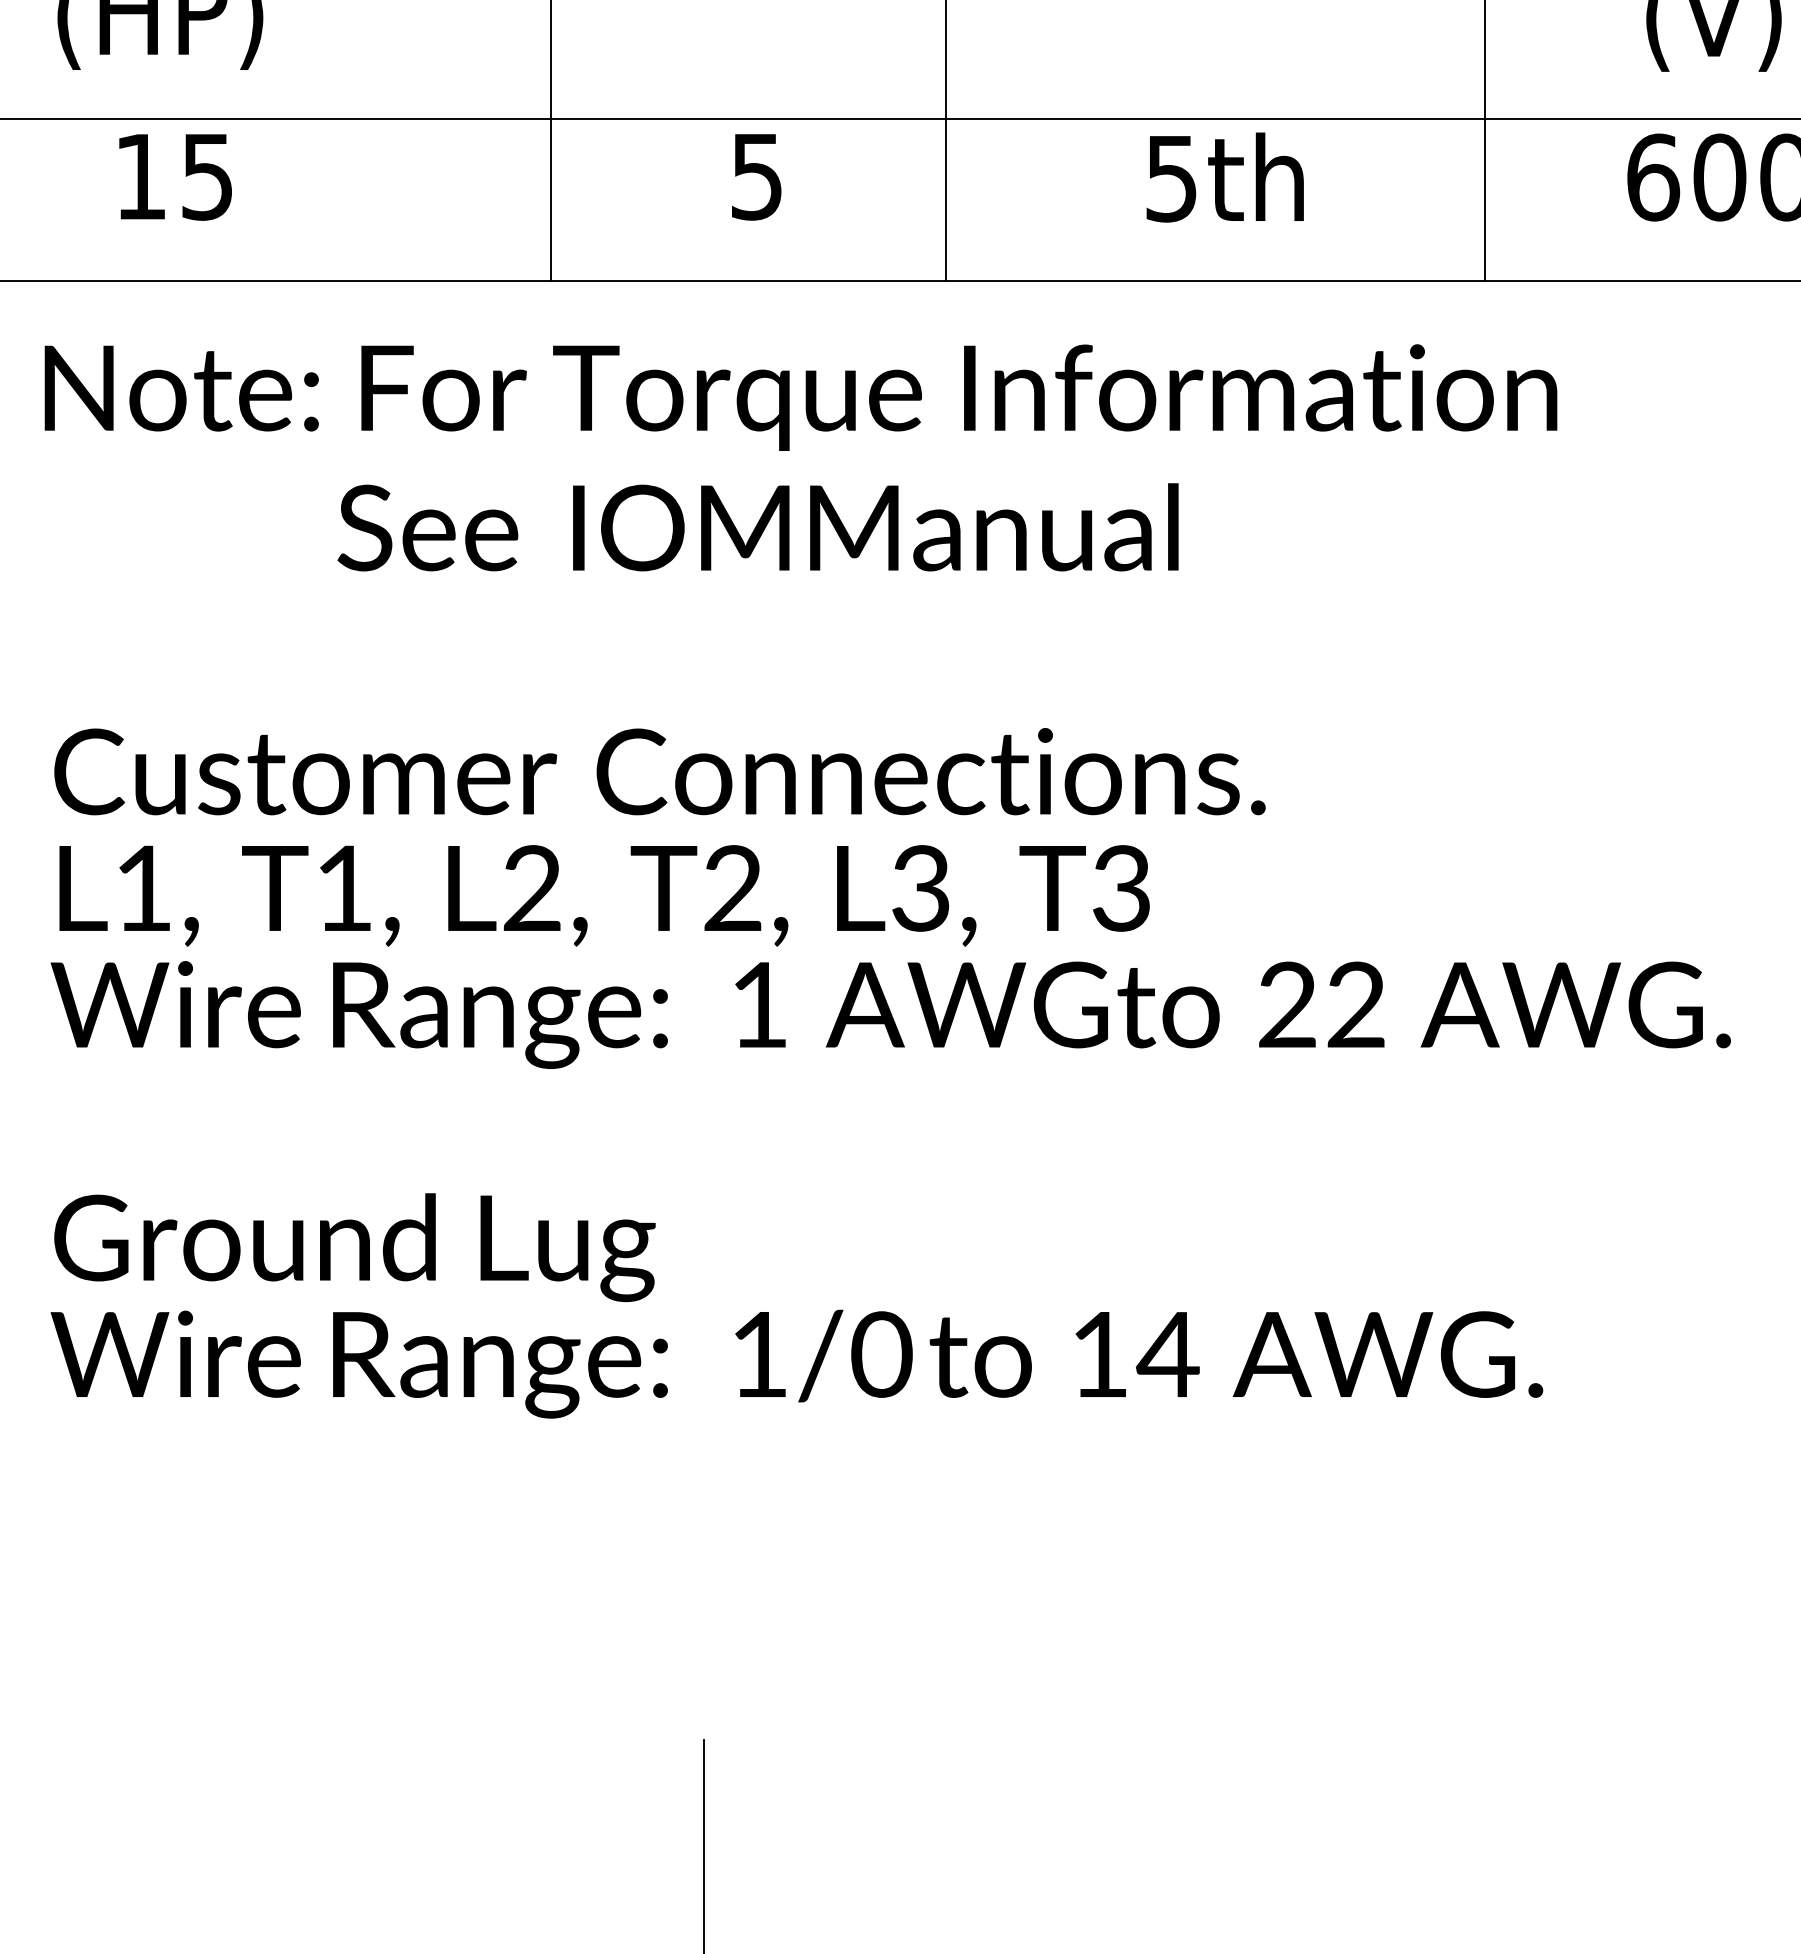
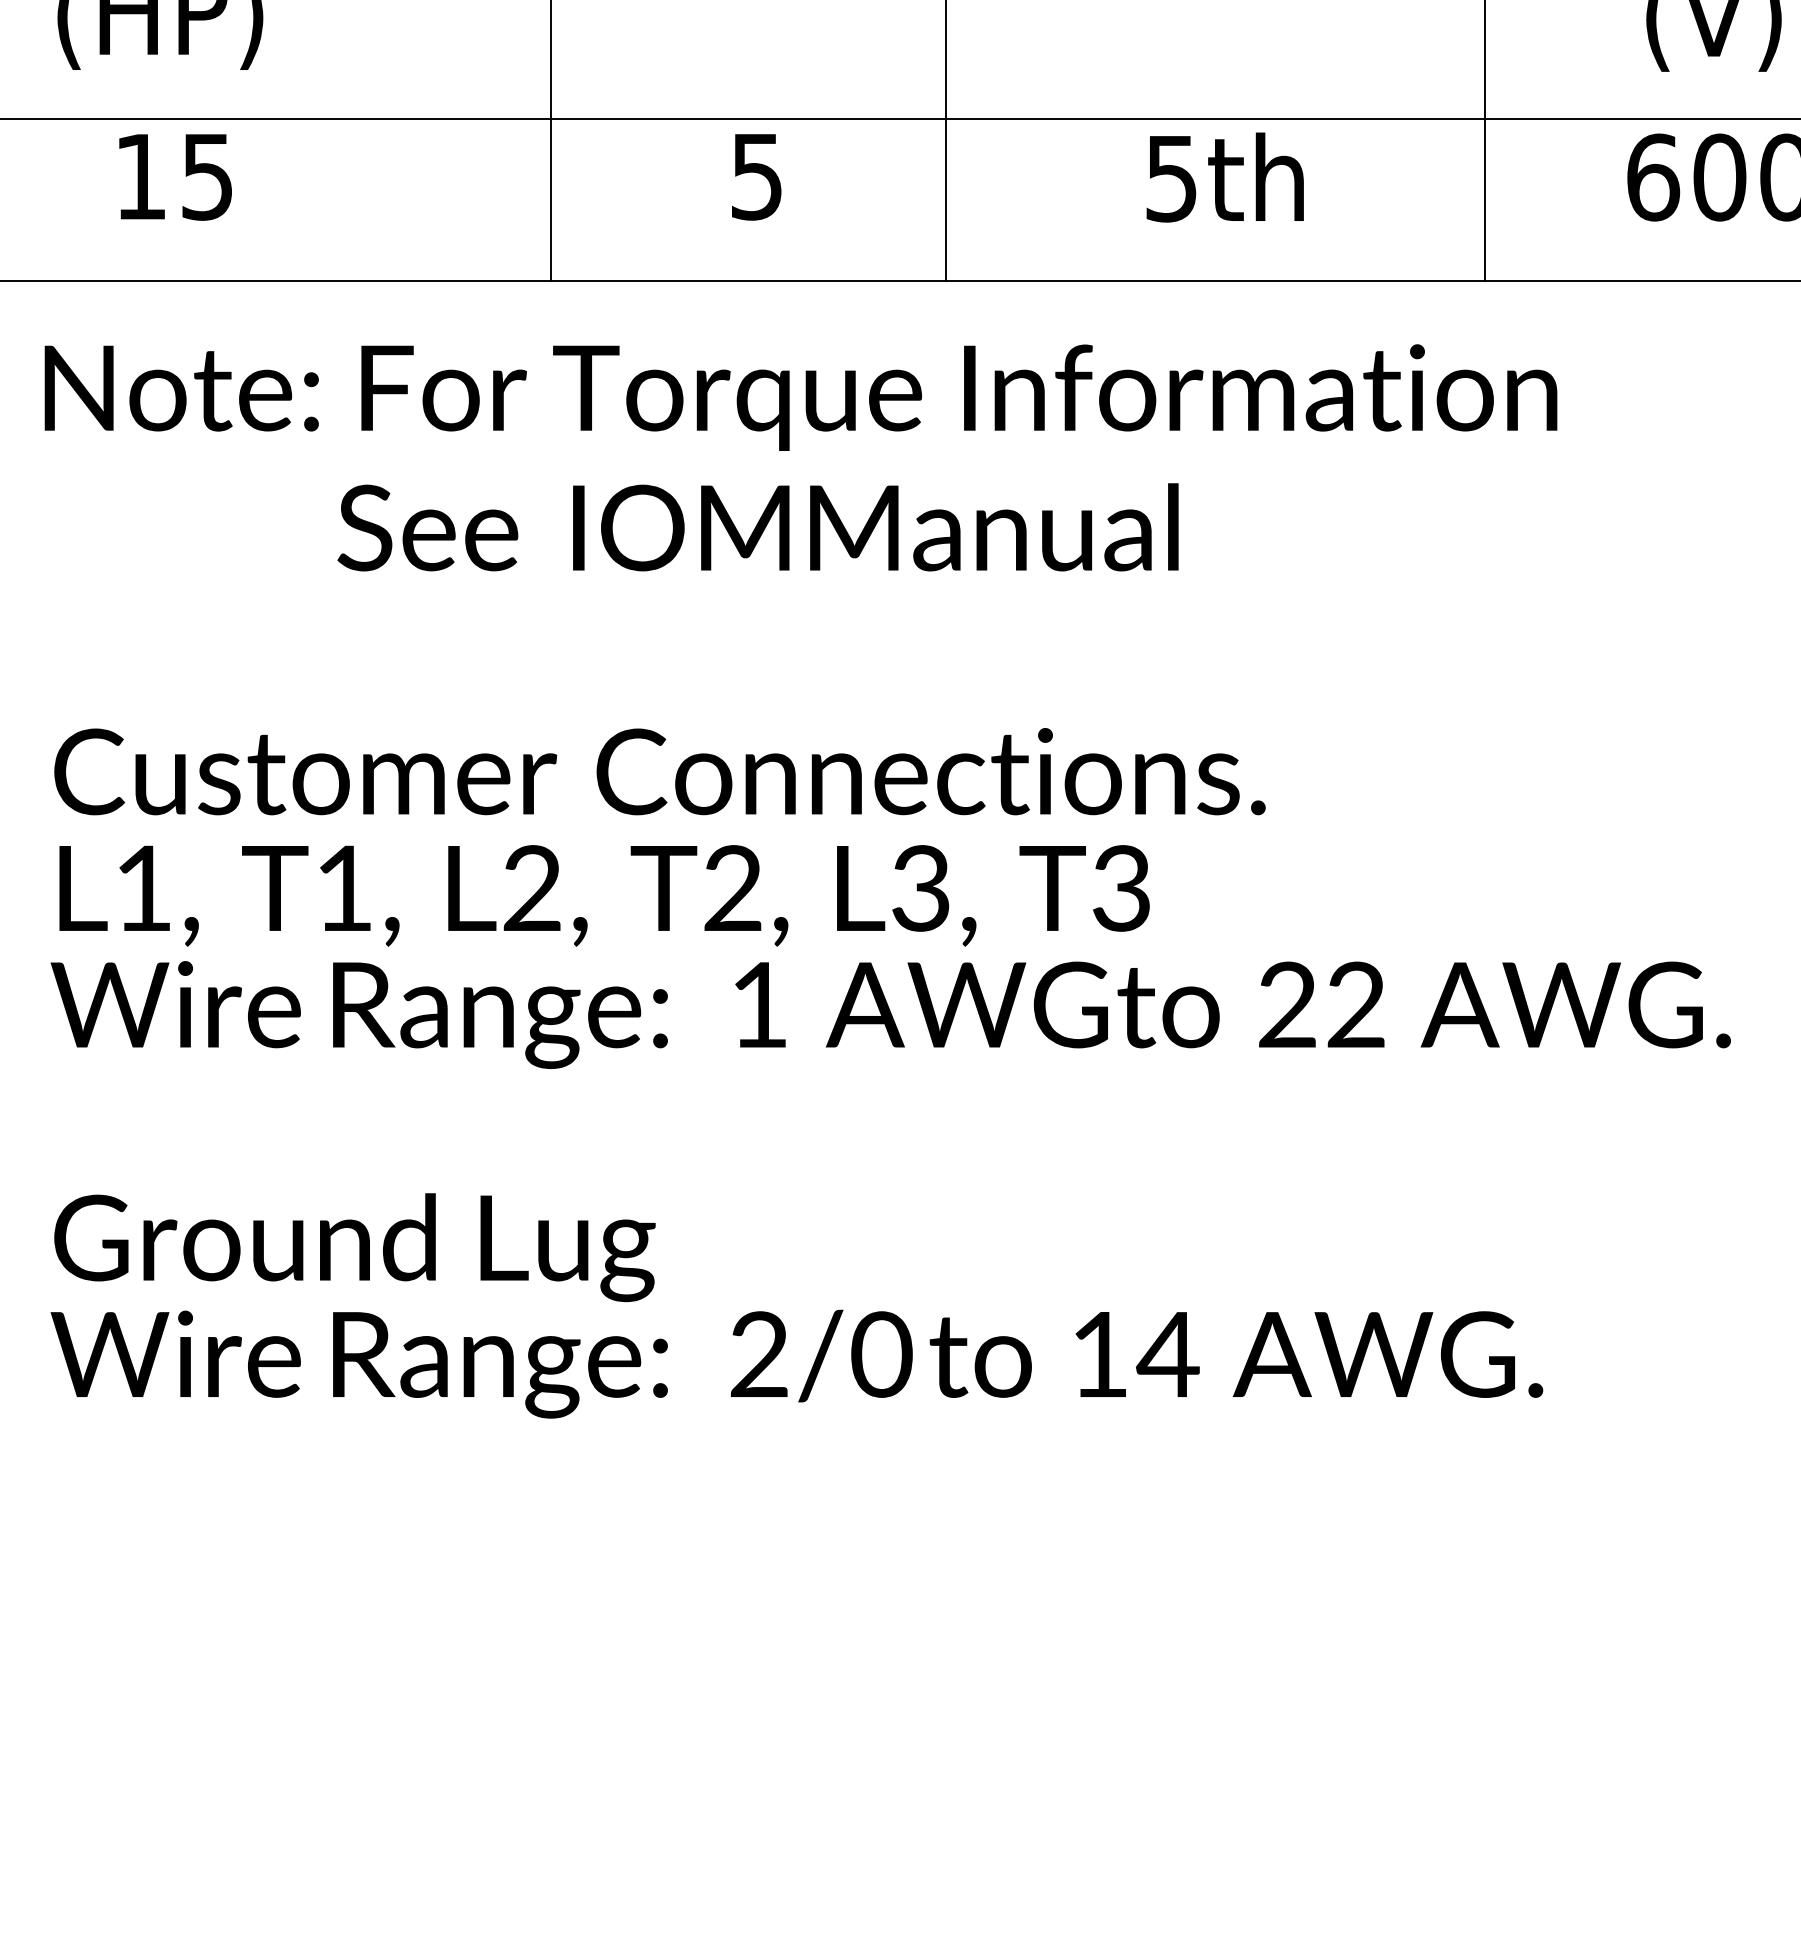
text at (759, 1353): 1/0 -> 2/0
line at (703, 1845): present -> none
